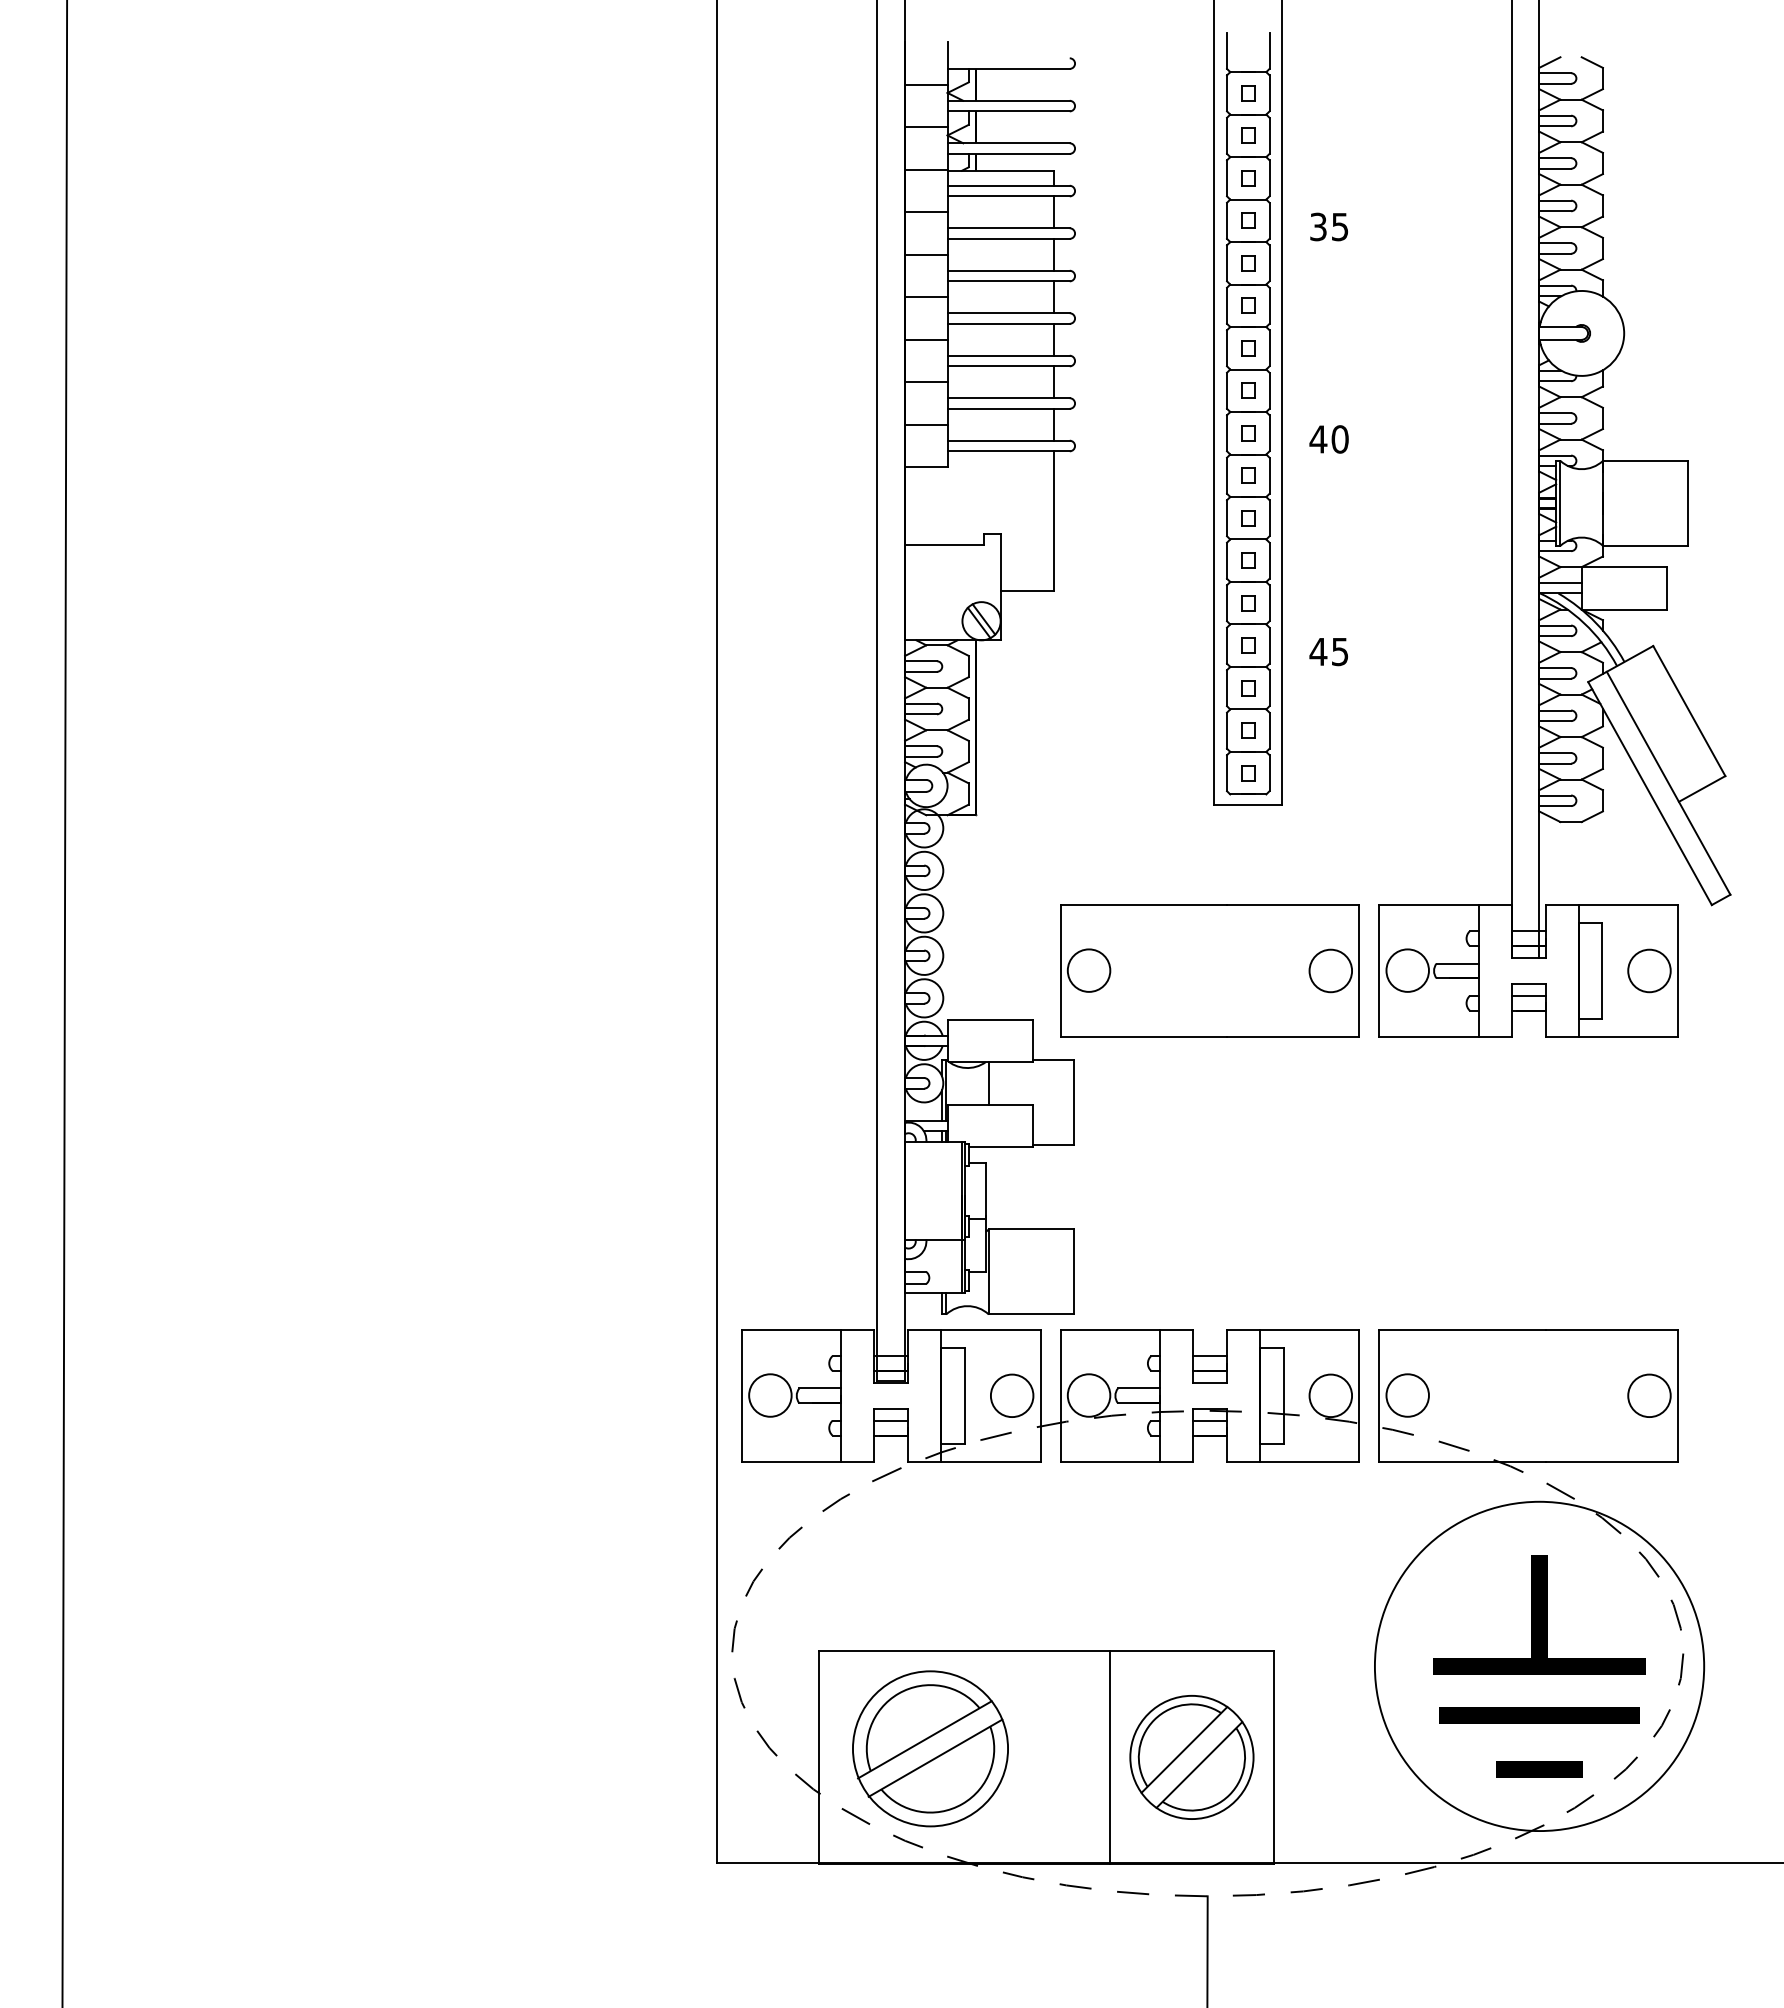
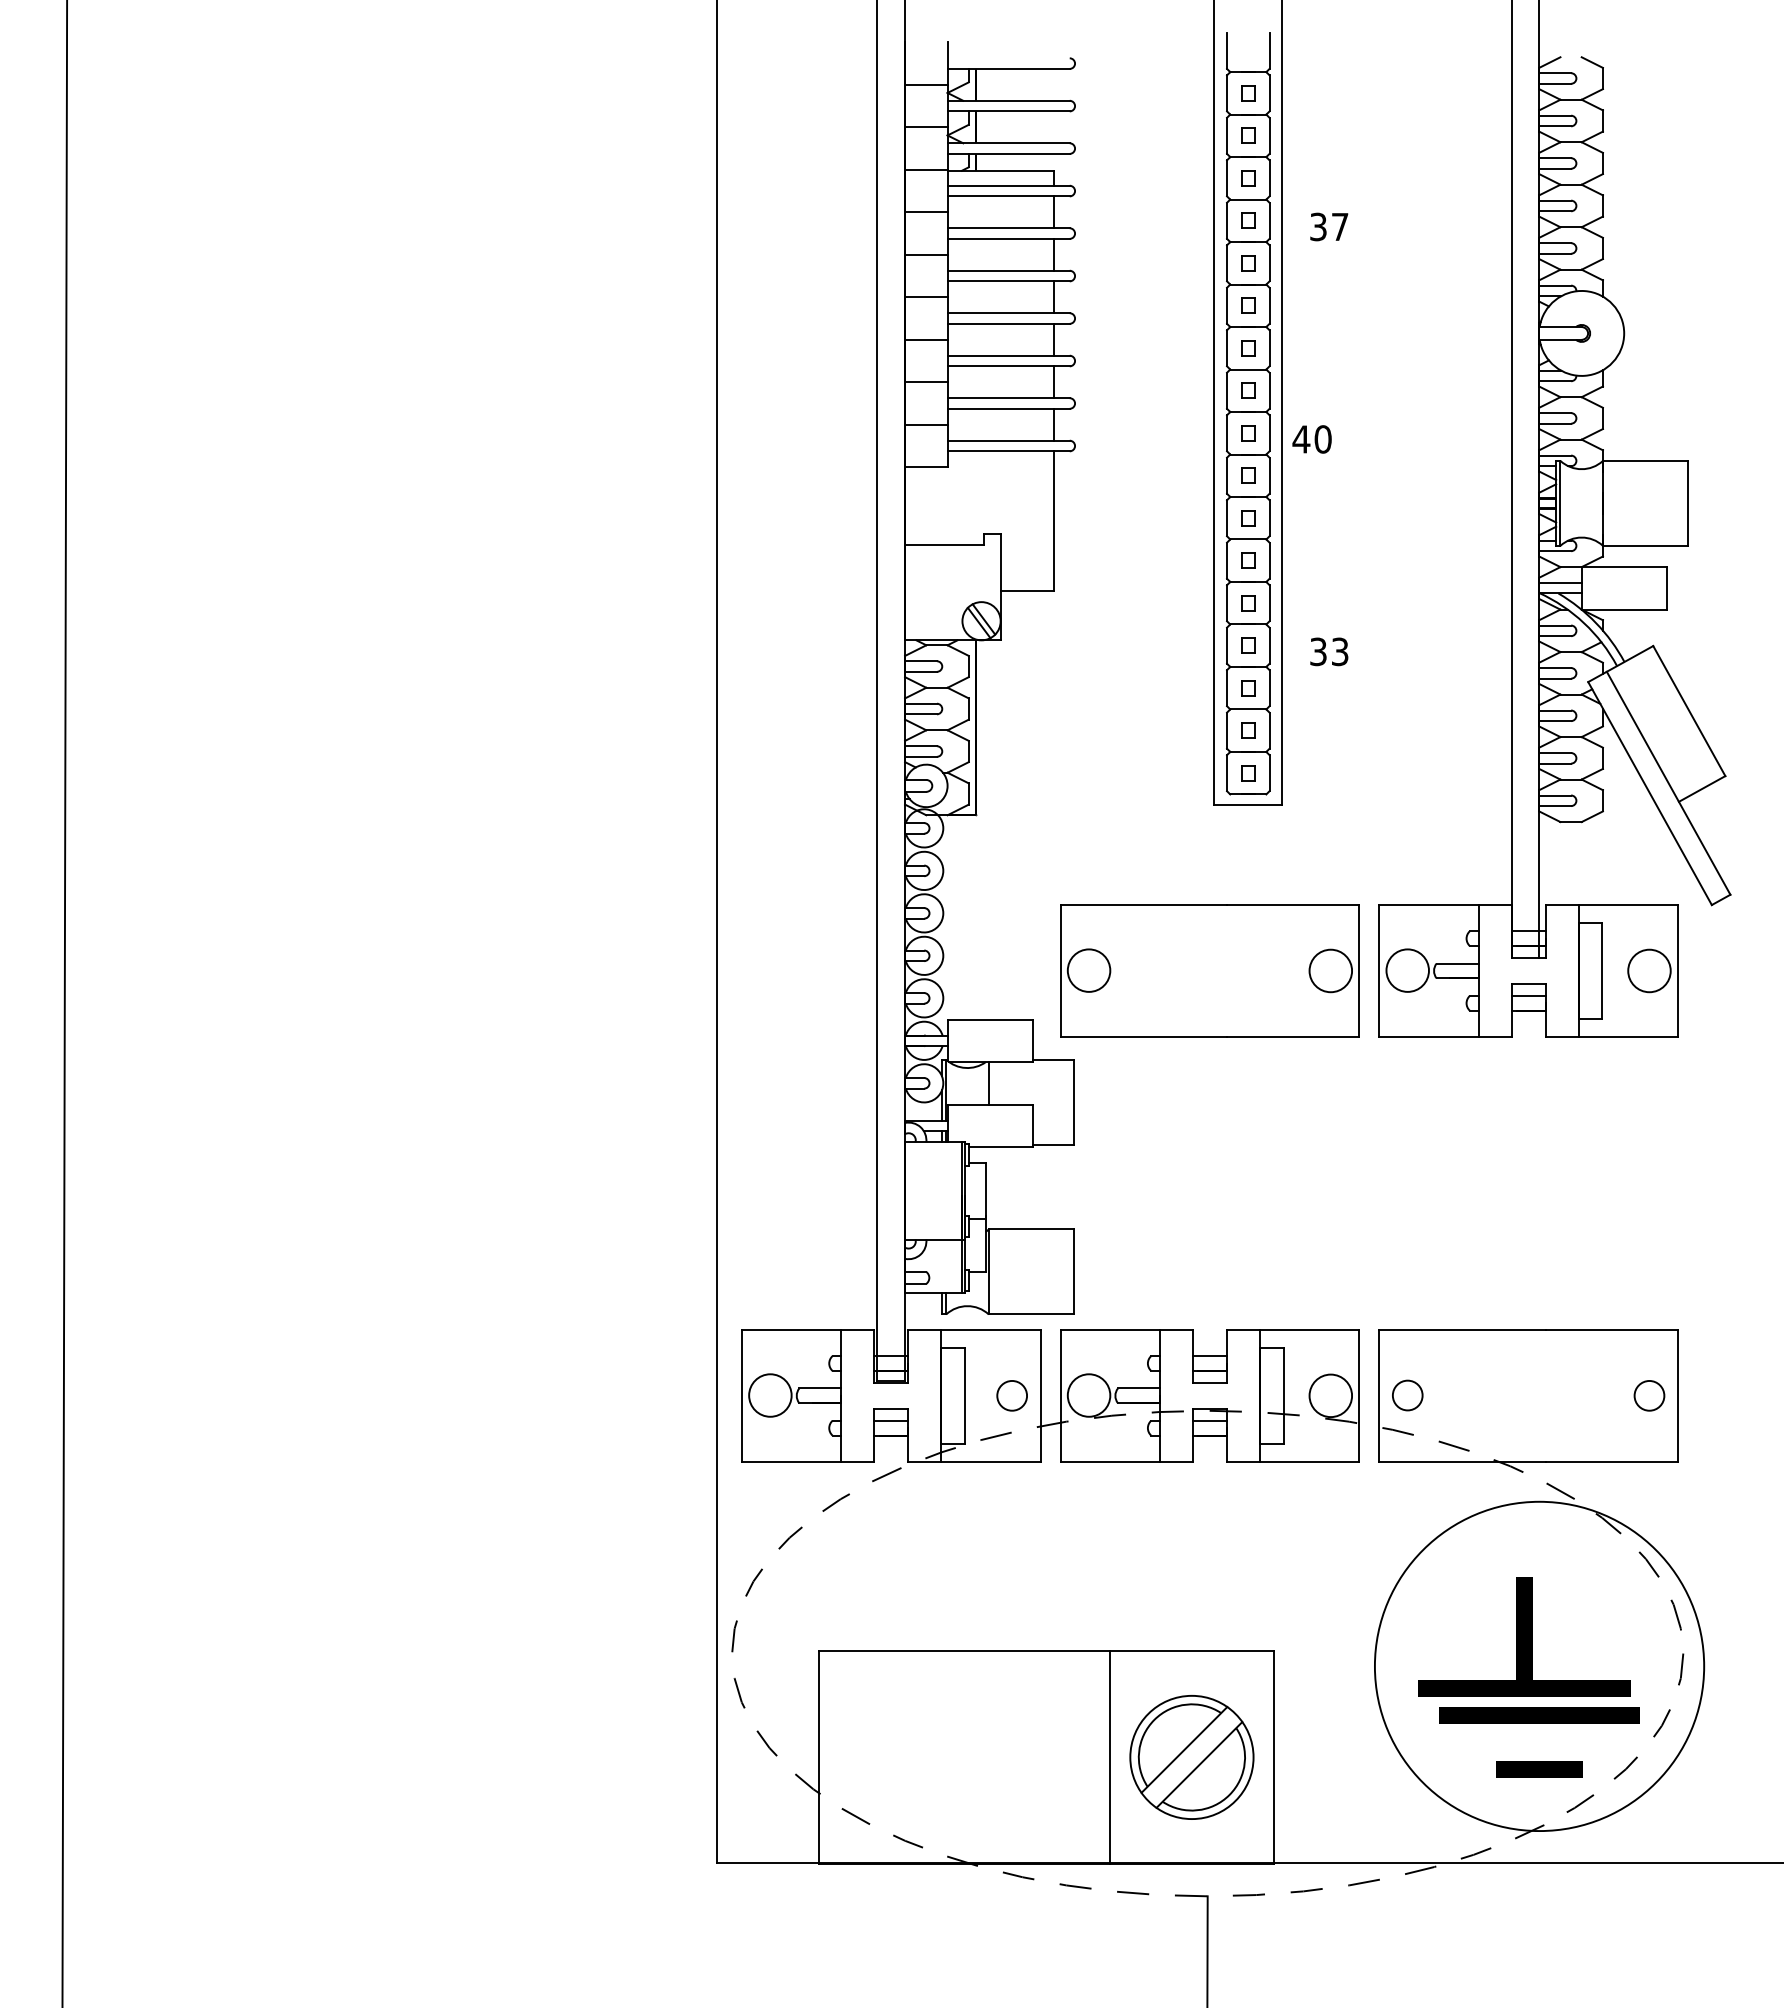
text at (1340, 227): 35 -> 37
text at (1328, 439) position: (1328, 439) -> (1311, 439)
text at (1328, 651): 45 -> 33
circle at (1011, 1395) diameter: 43 px -> 30 px
circle at (1407, 1395) diameter: 43 px -> 30 px
circle at (1649, 1395) diameter: 43 px -> 30 px
part at (1539, 1614) position: (1539, 1614) -> (1524, 1636)
part at (930, 1748): present -> none
